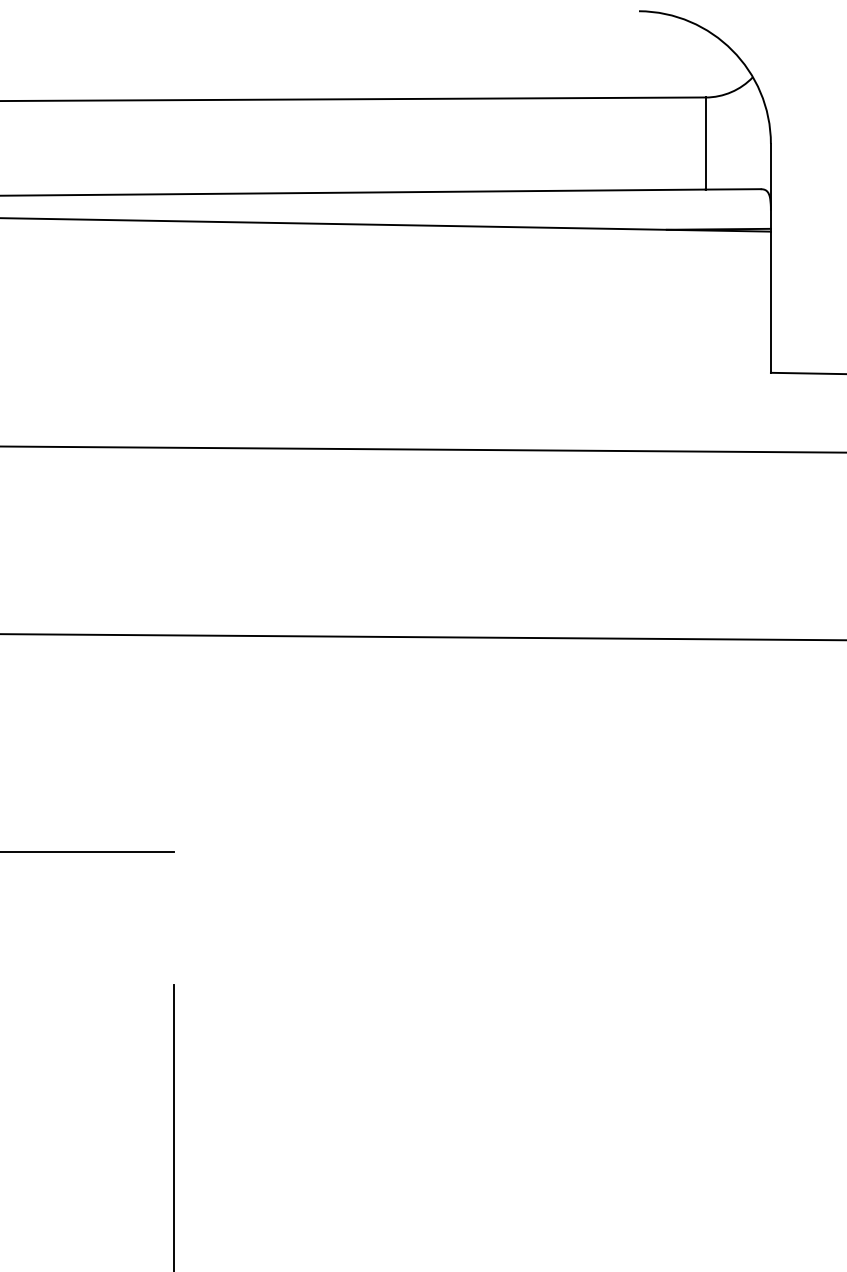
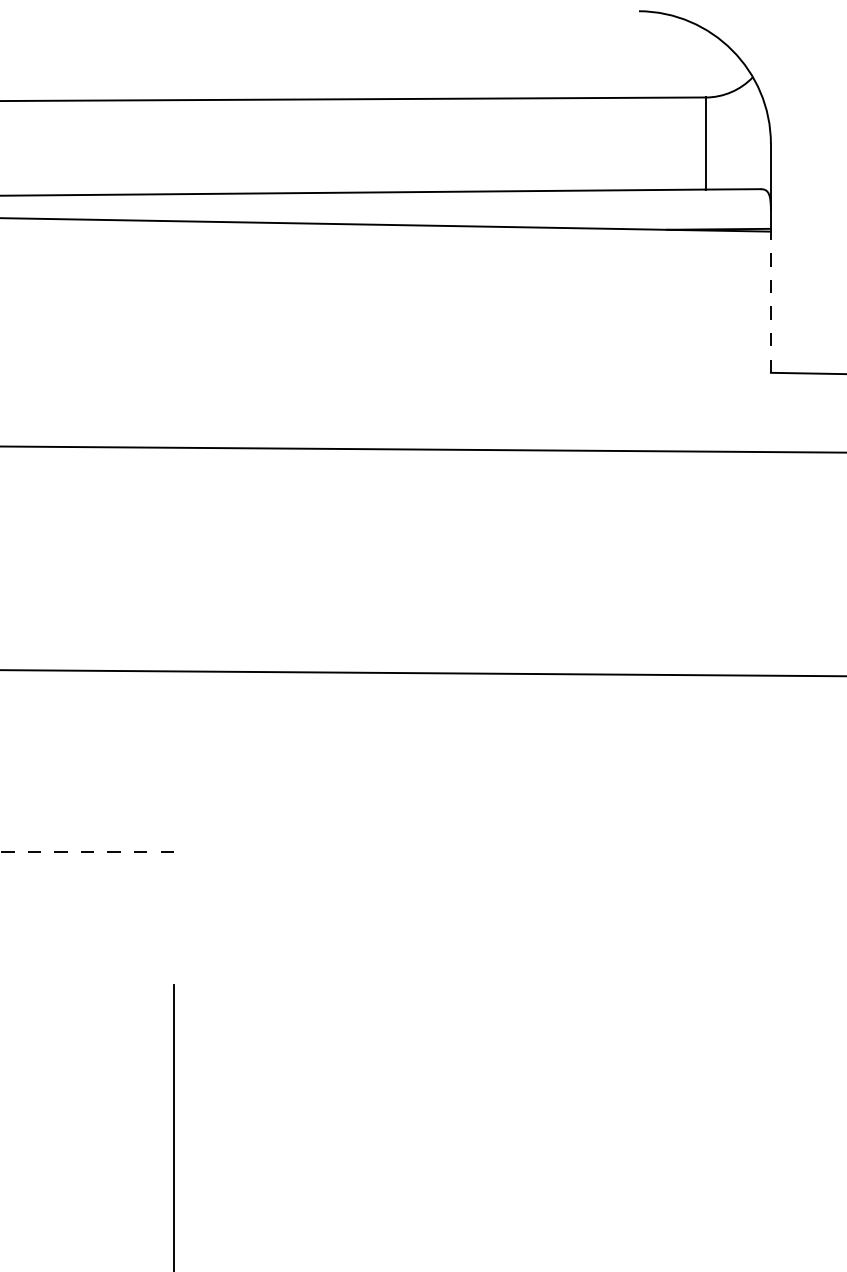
line at (770, 302): solid -> dashed
line at (422, 637) position: (422, 637) -> (422, 673)
line at (87, 851): solid -> dashed
